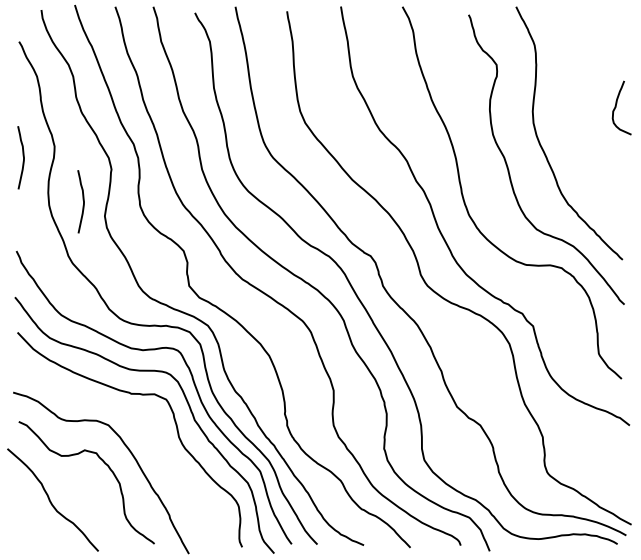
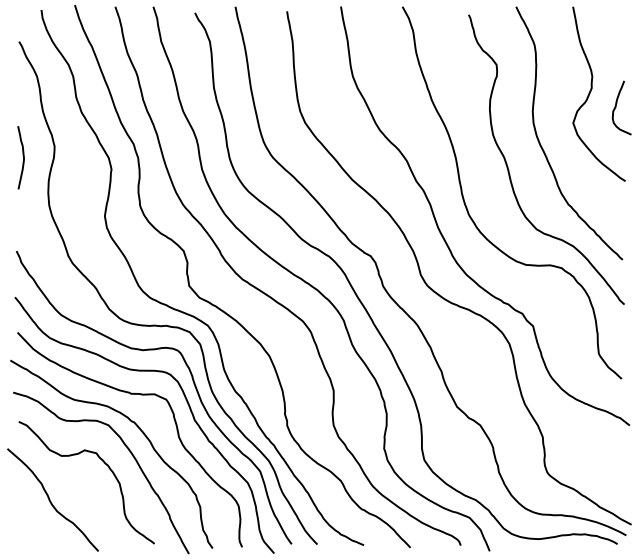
curve at (592, 89): none -> present
curve at (82, 200): present -> none
curve at (141, 432): none -> present
